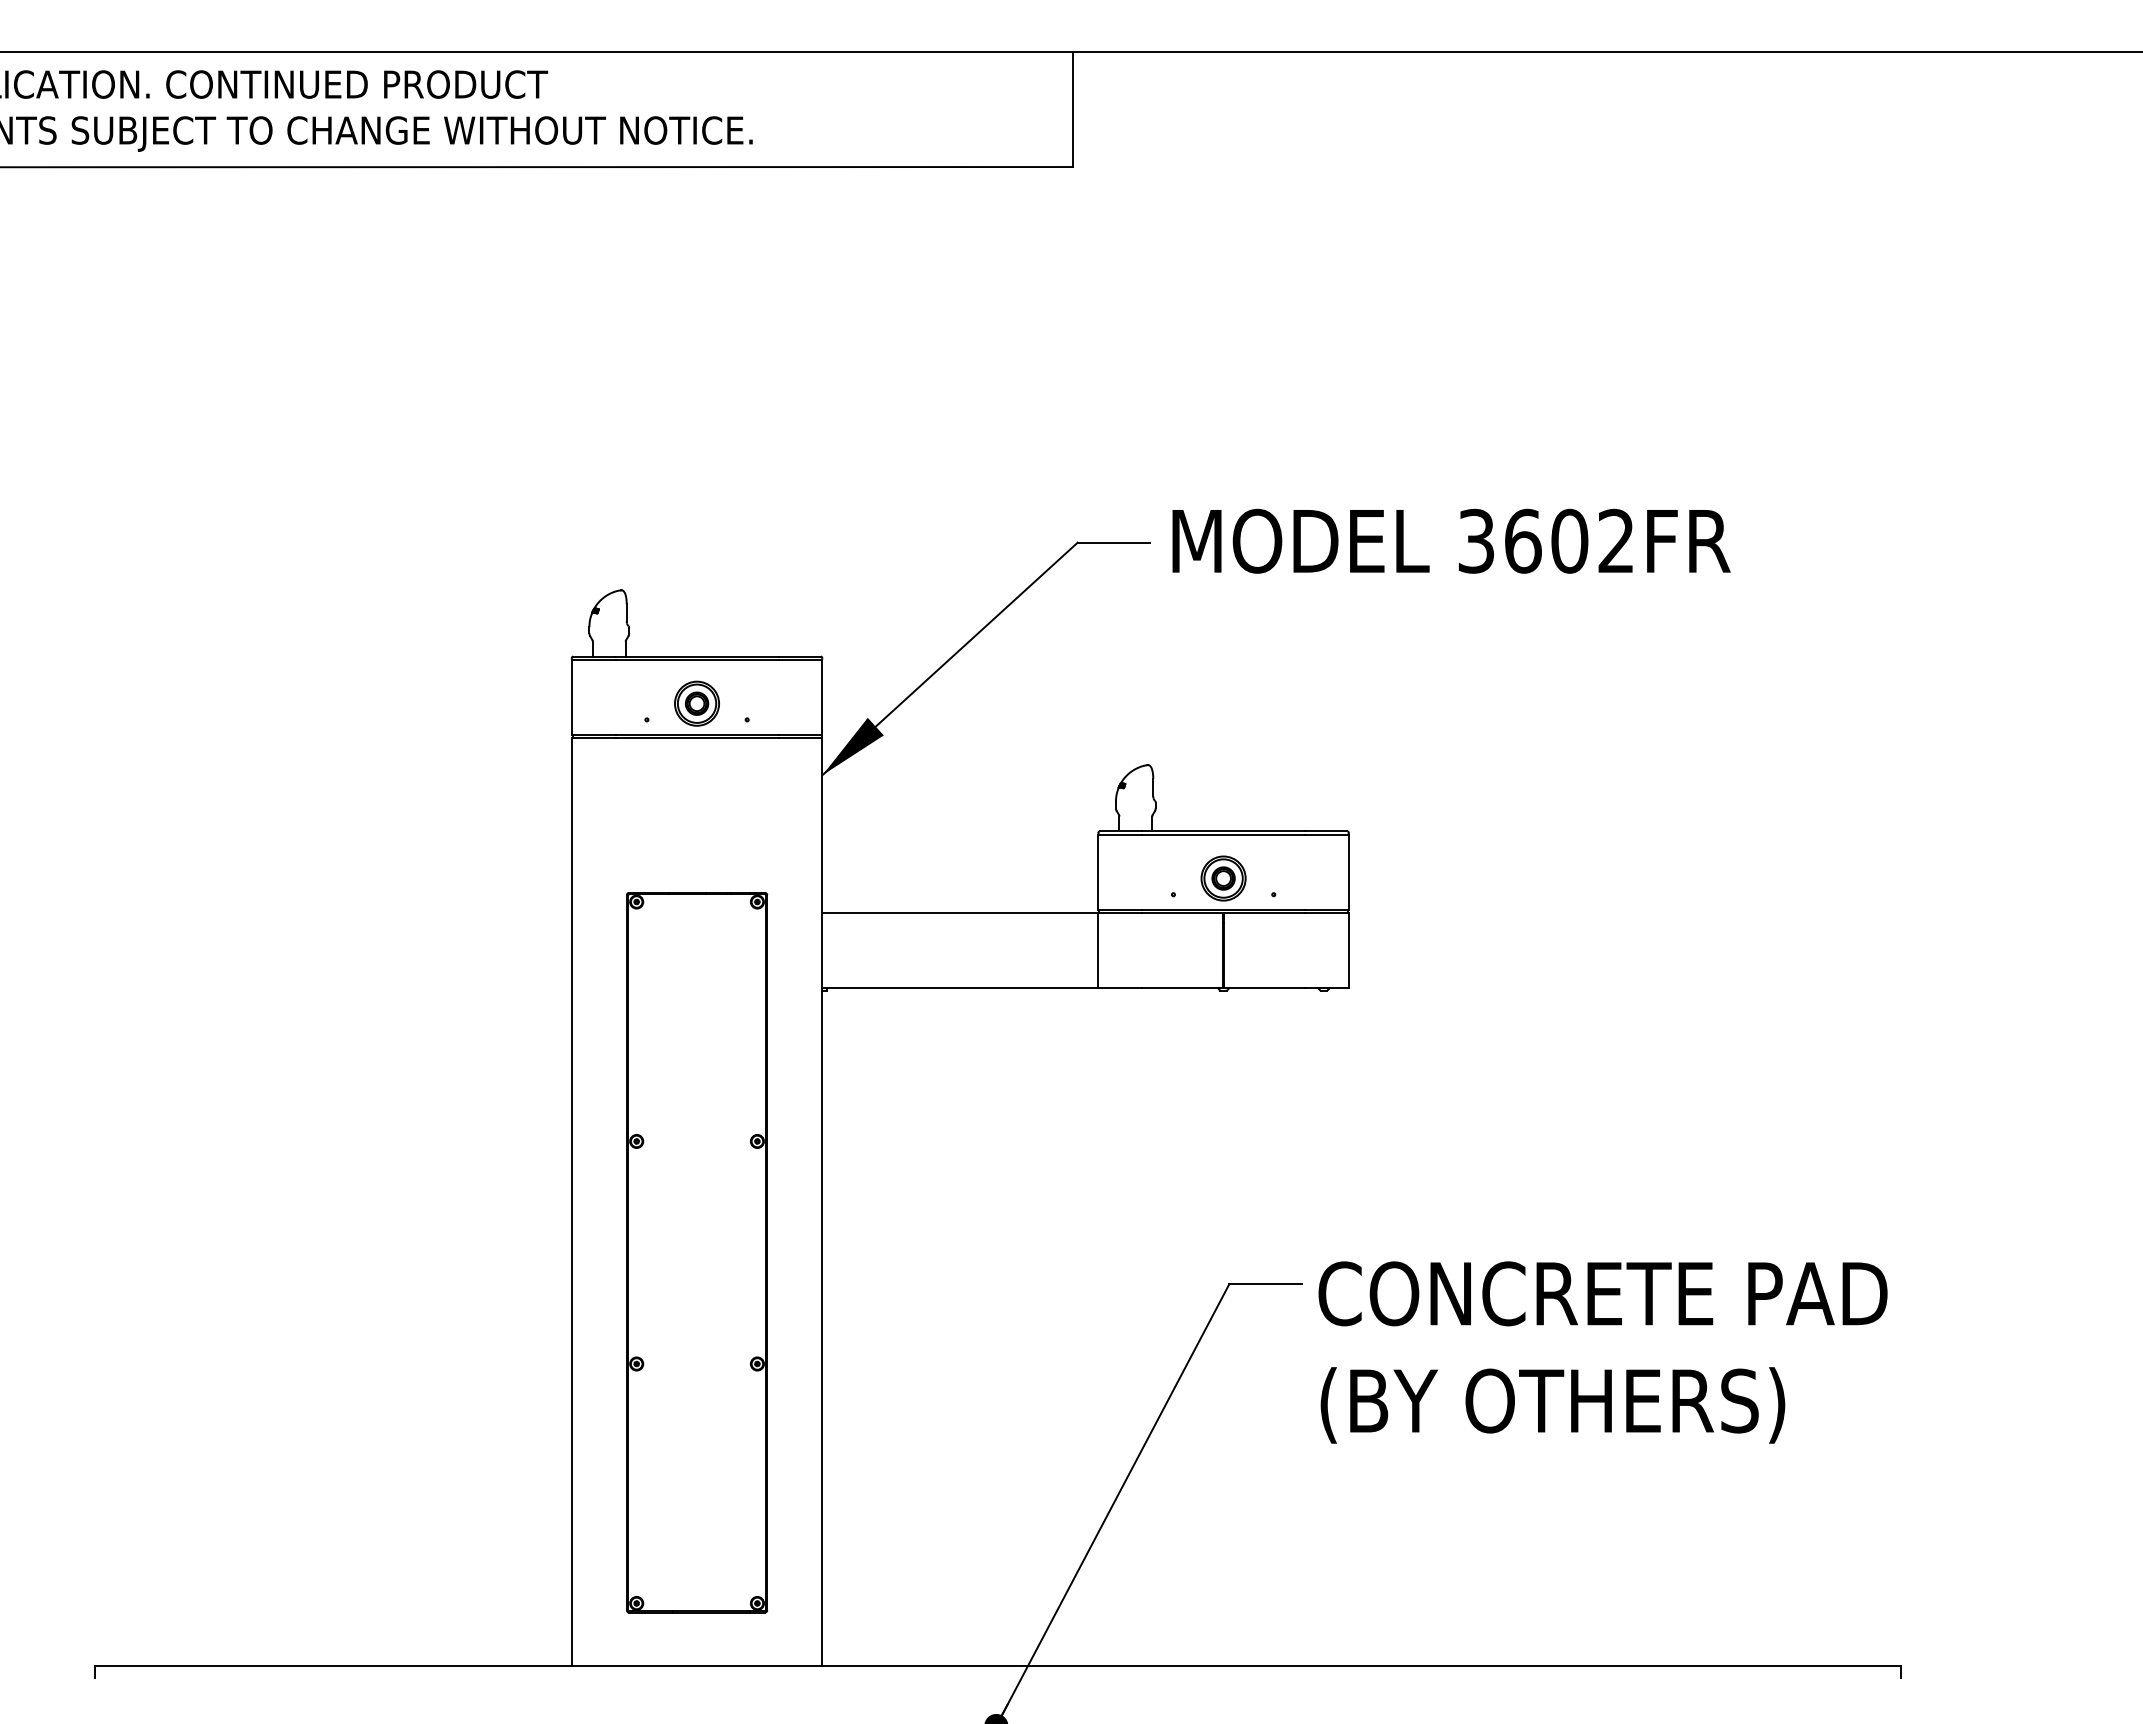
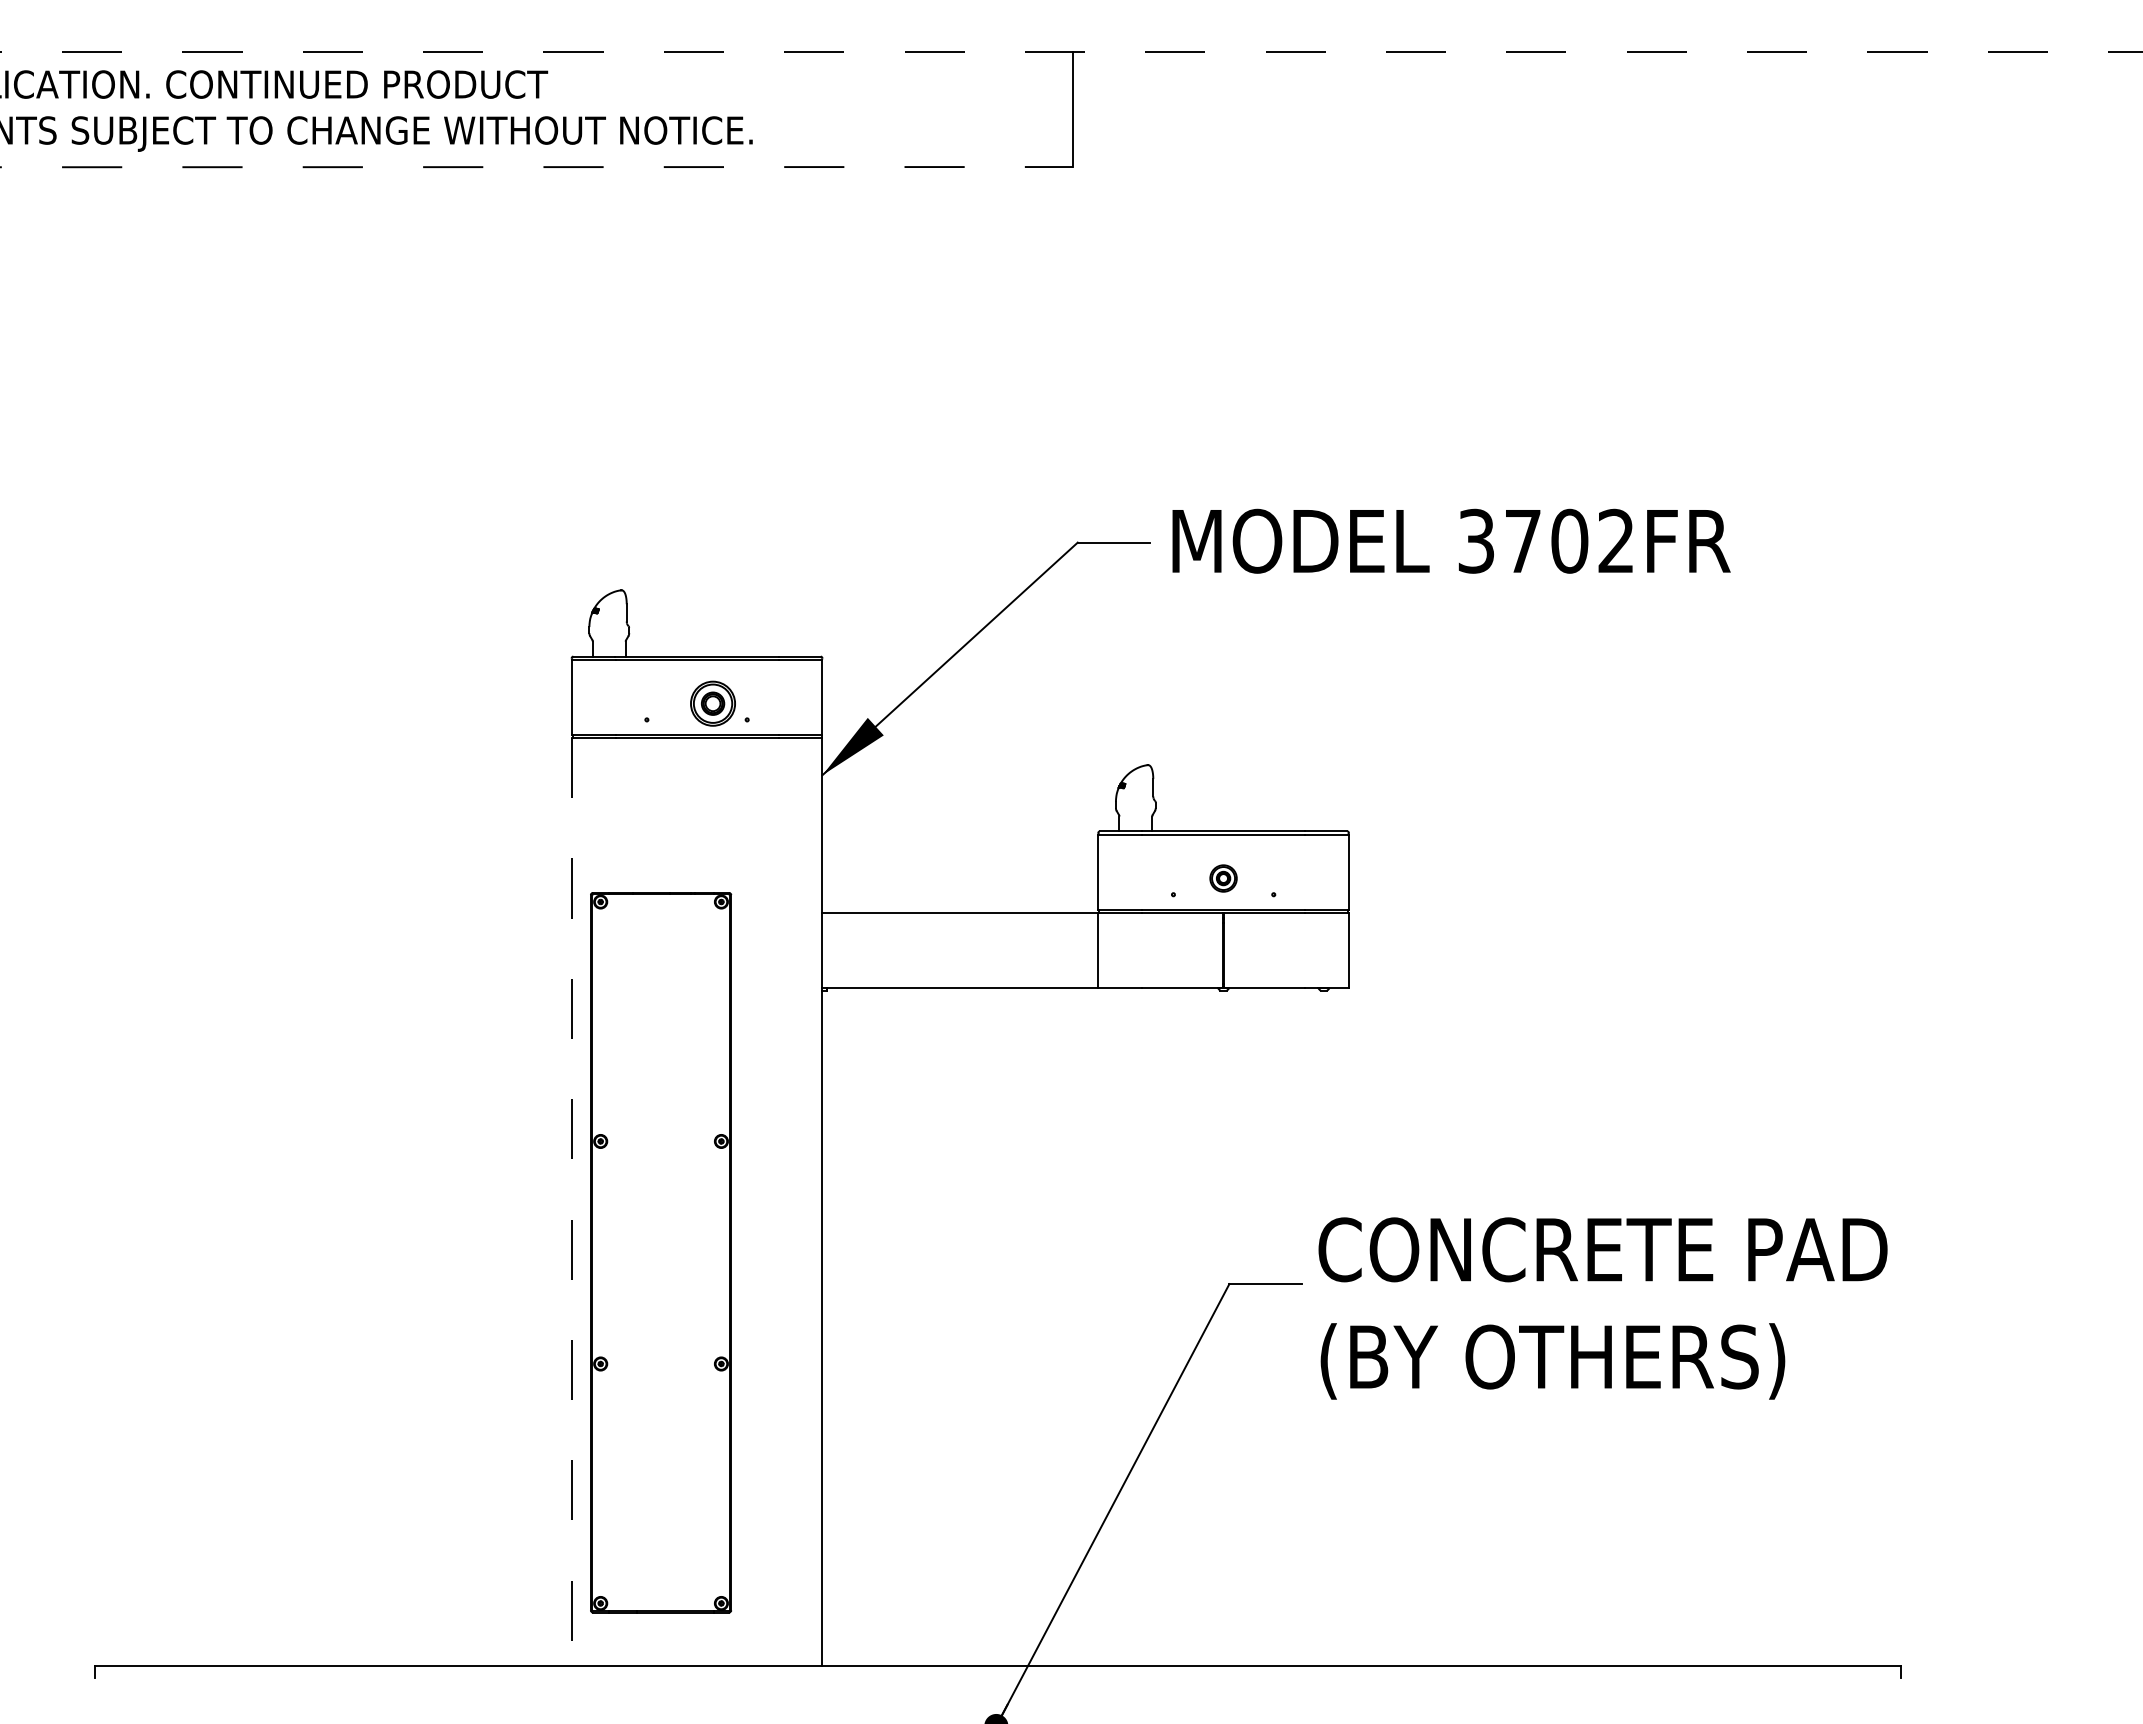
line at (1072, 51): solid -> dashed
line at (537, 167): solid -> dashed
text at (1523, 540): 3602FR -> 3702FR
part at (696, 703) position: (696, 703) -> (712, 703)
part at (1223, 878) size: 47x47 px -> 29x29 px
line at (571, 1201): solid -> dashed
part at (697, 1252) position: (697, 1252) -> (661, 1252)
text at (1602, 1352) position: (1602, 1352) -> (1602, 1308)
